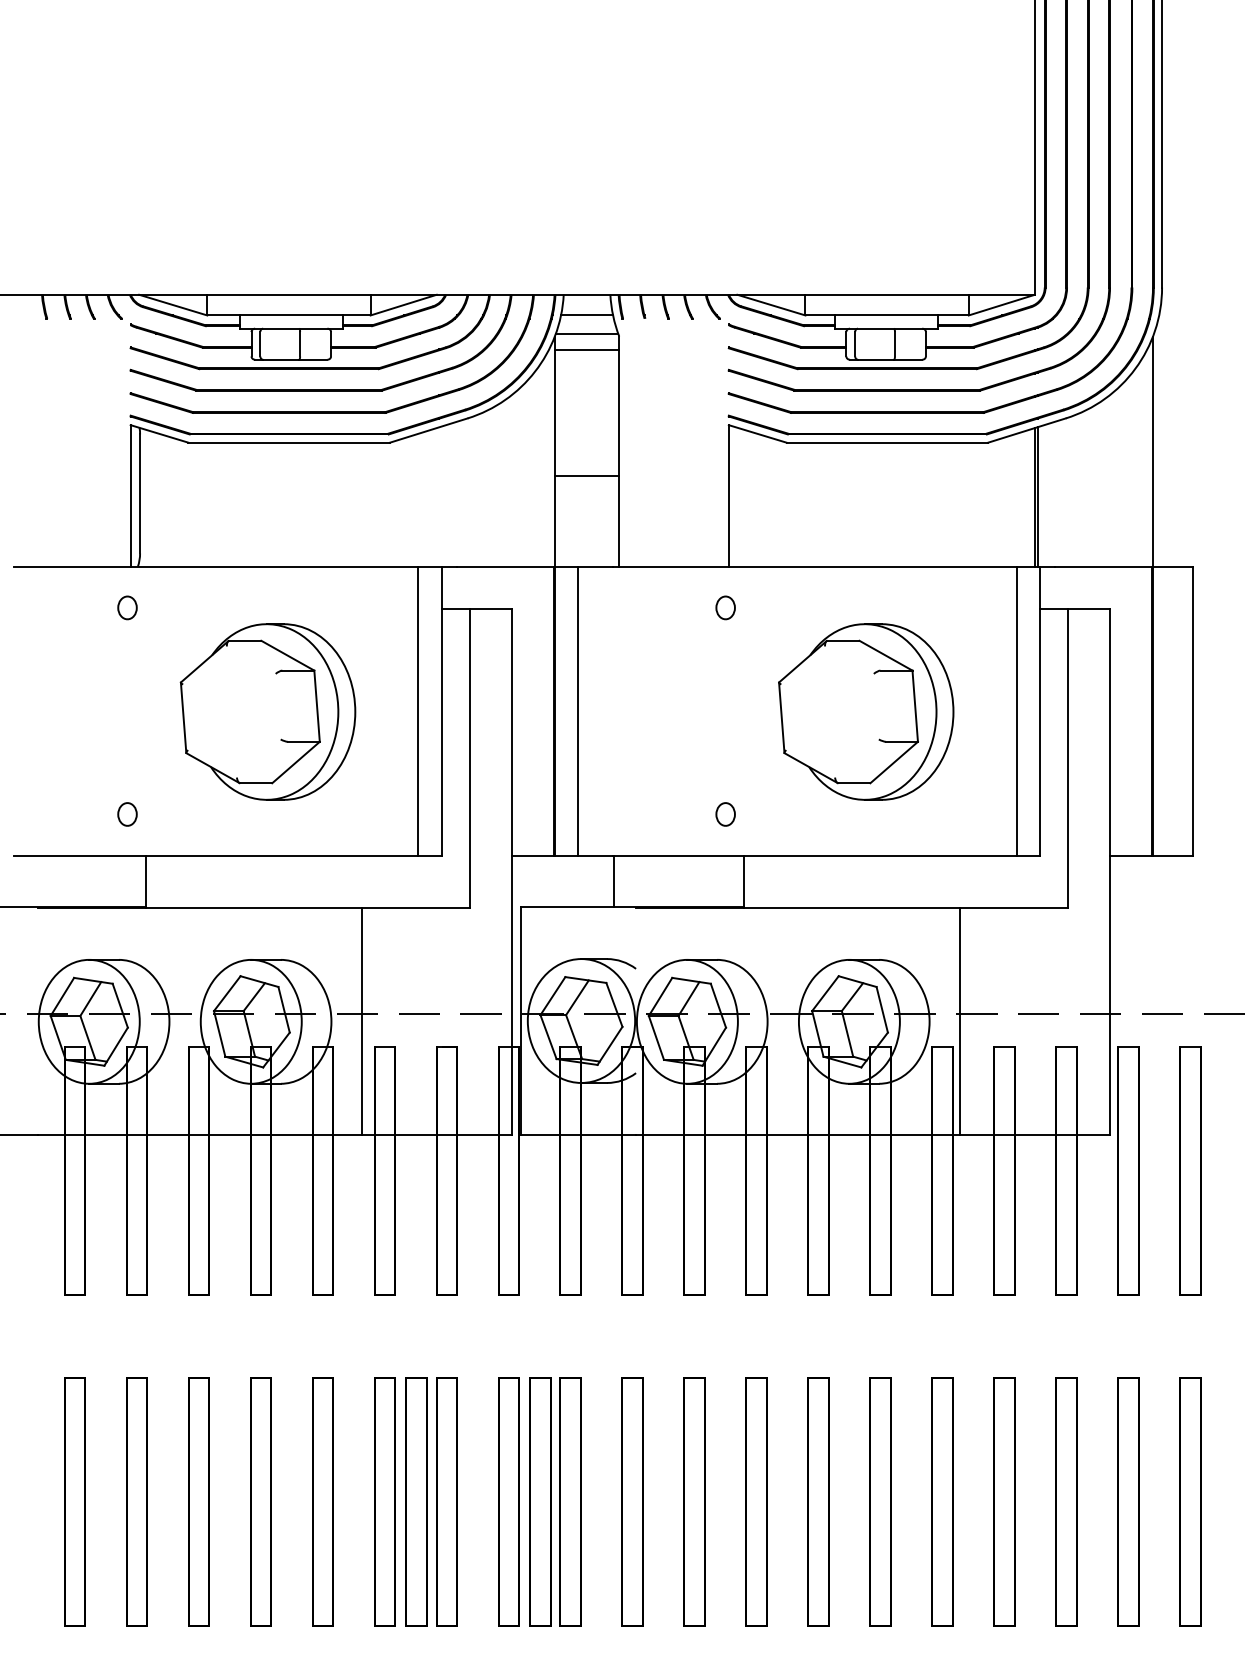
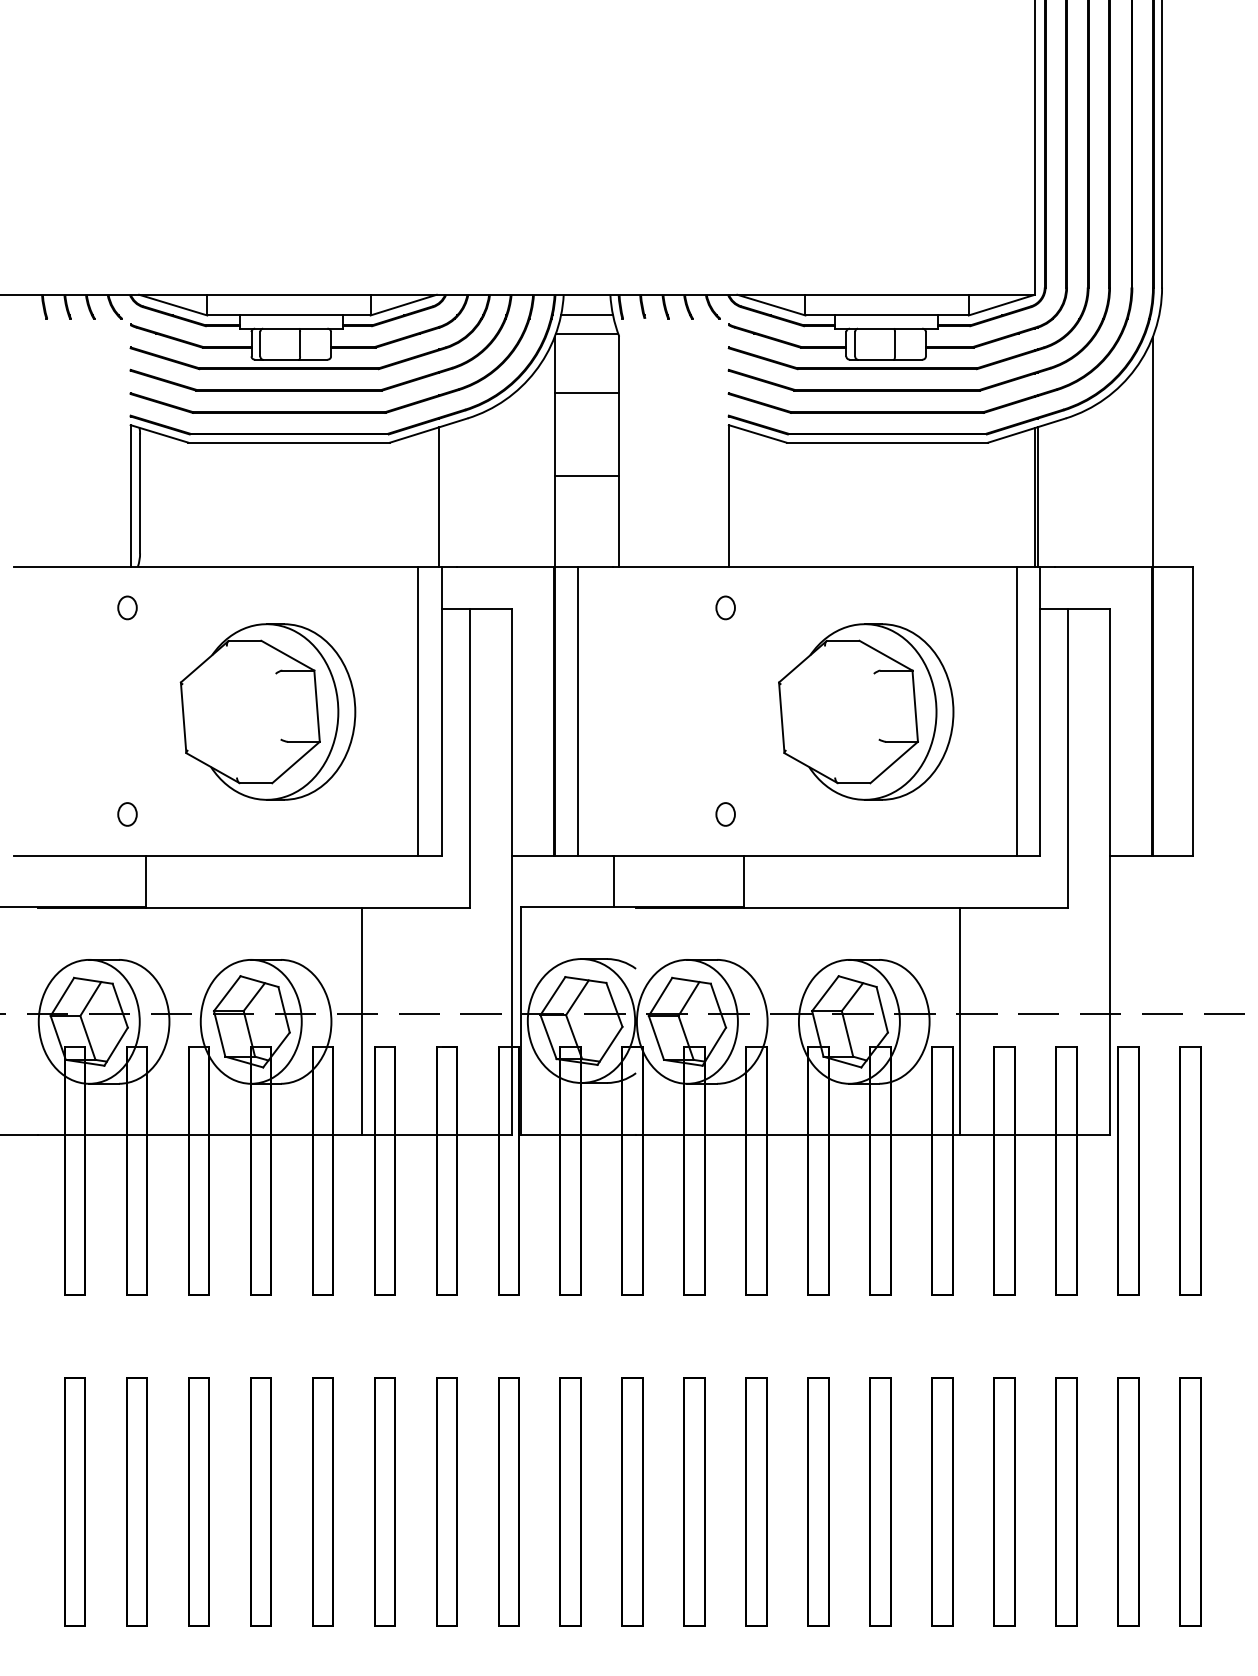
line at (586, 350) position: (586, 350) -> (586, 393)
line at (439, 496): none -> present
part at (416, 1501): present -> none
part at (540, 1501): present -> none
